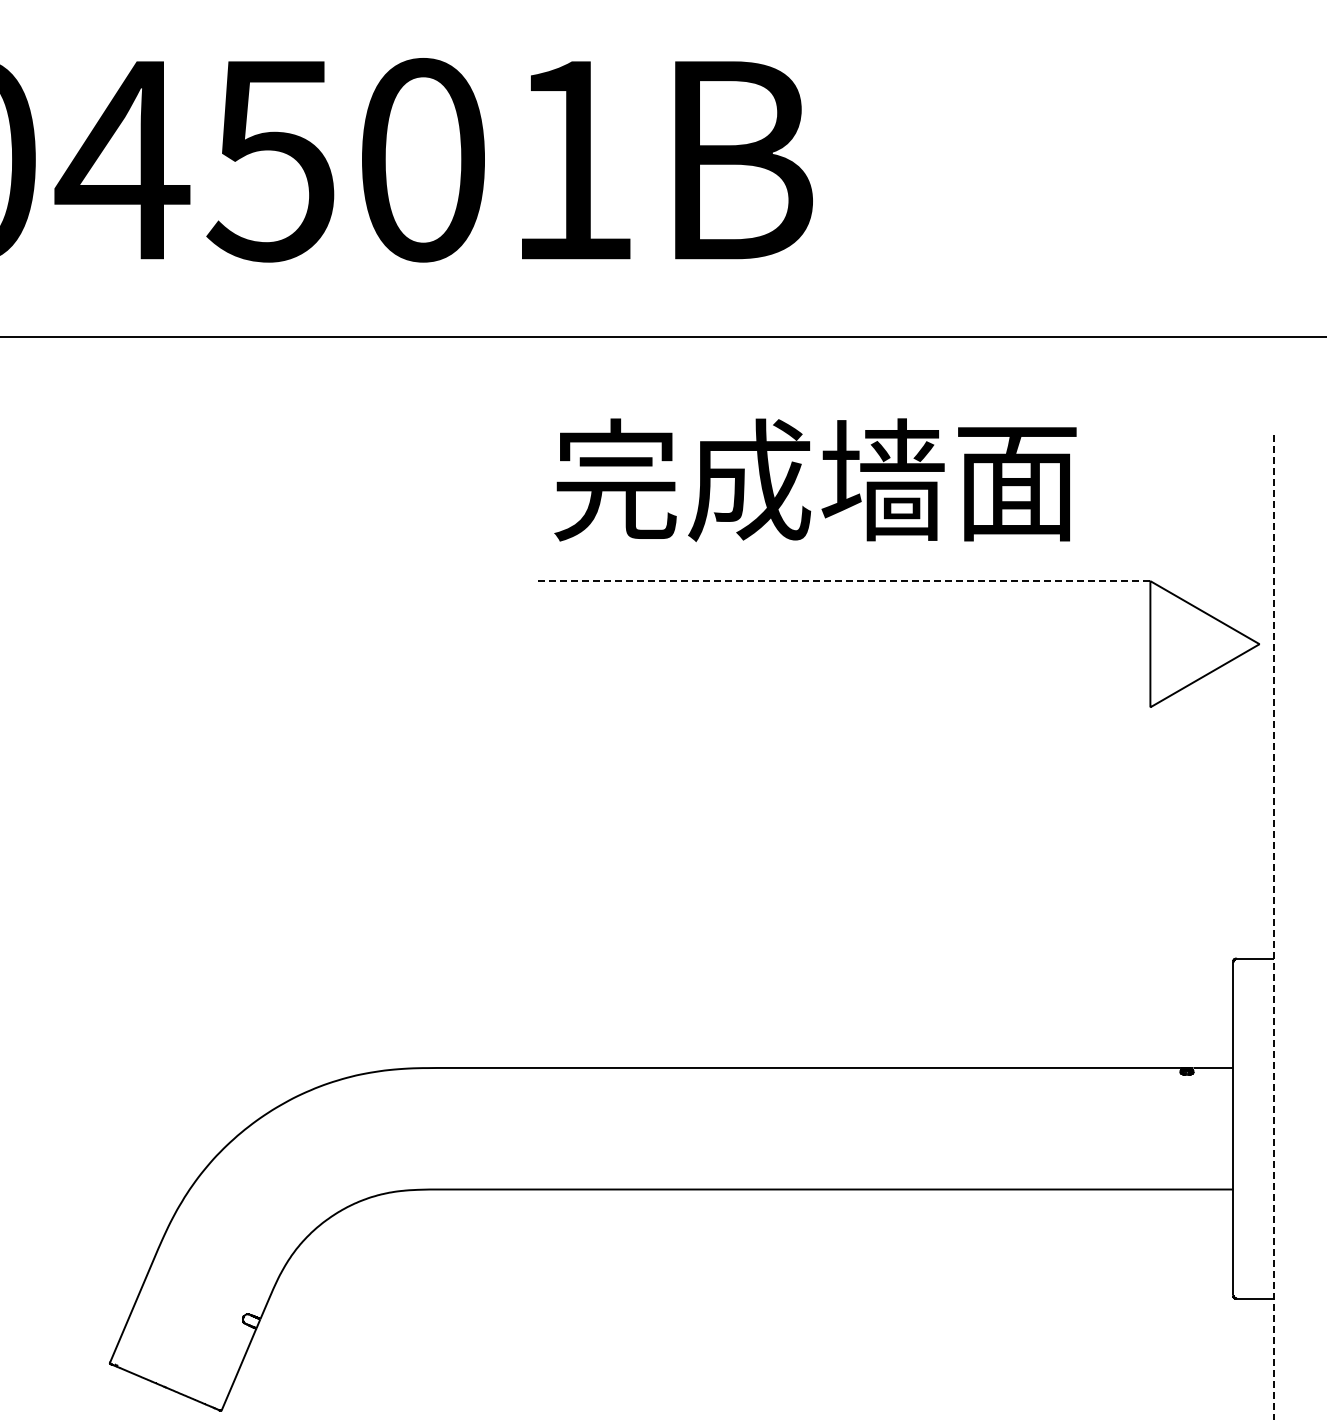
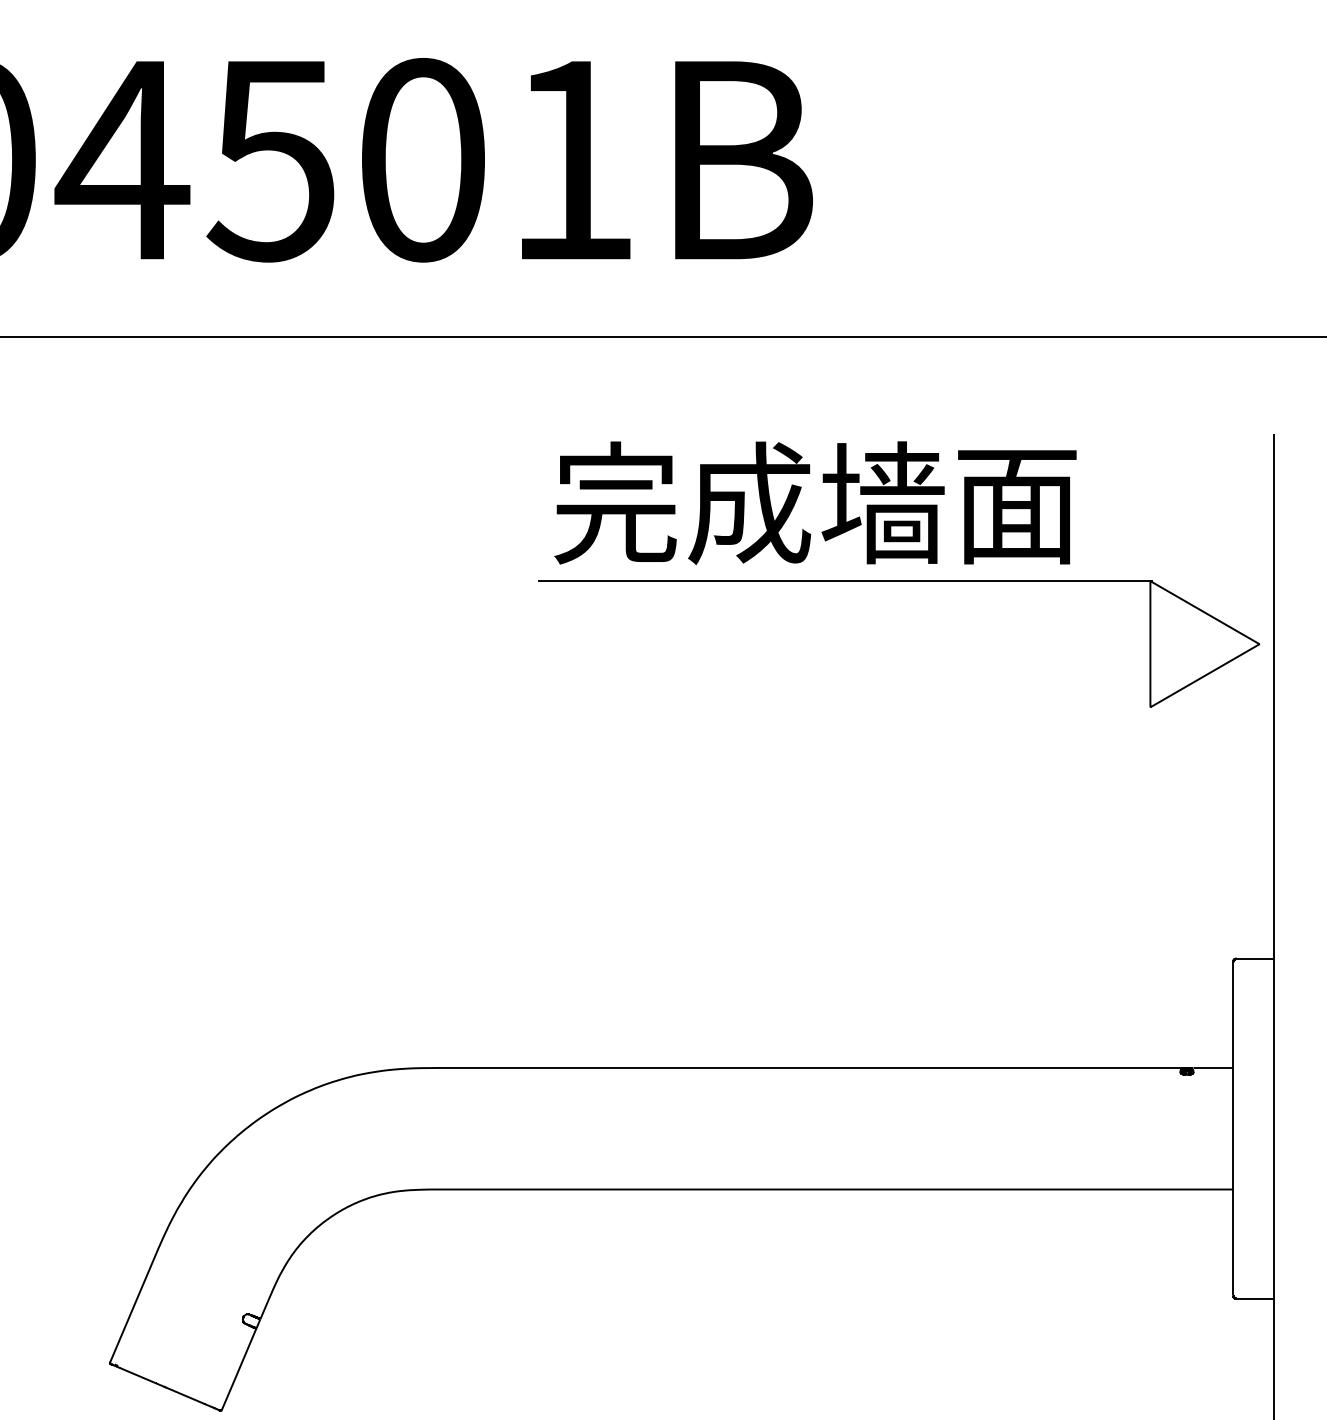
text at (815, 479) position: (815, 479) -> (815, 502)
line at (845, 581): dashed -> solid
line at (1274, 926): dashed -> solid
